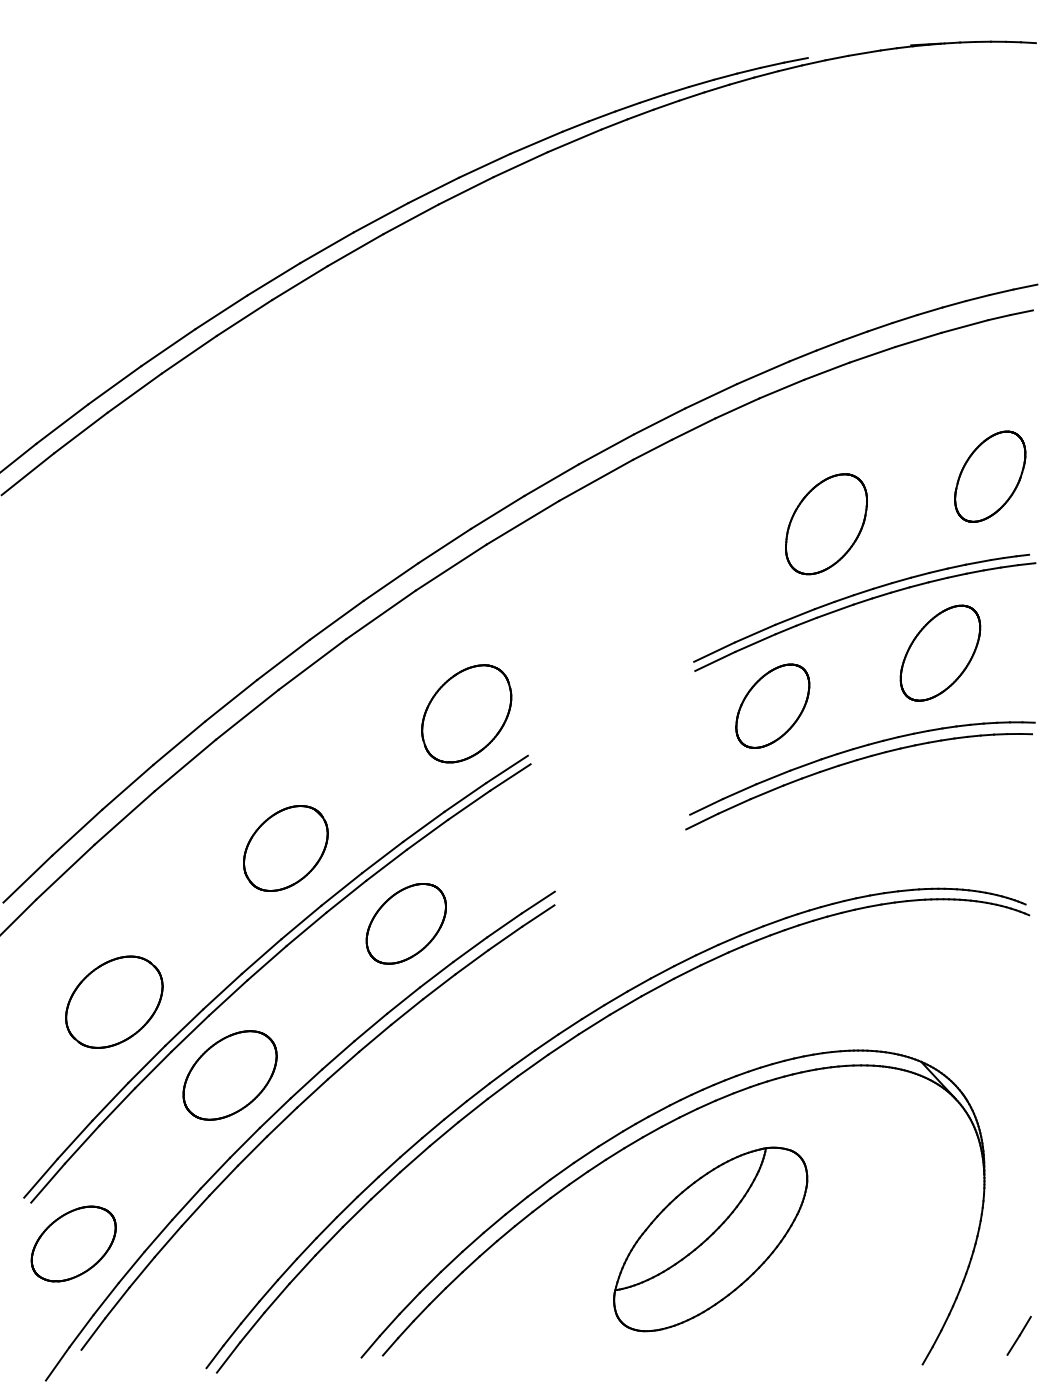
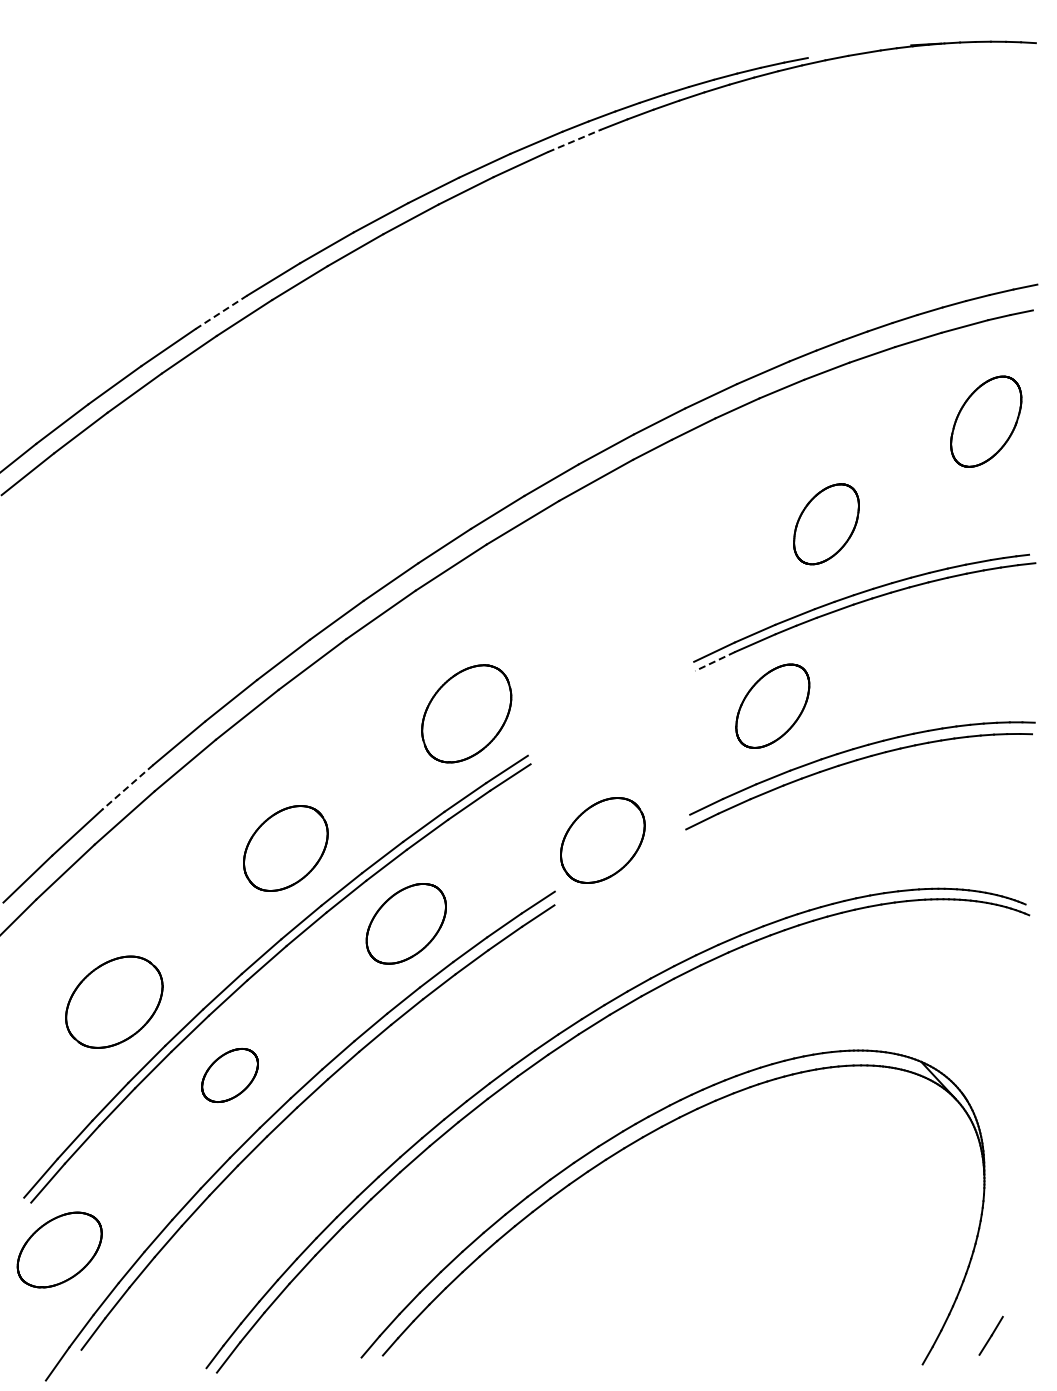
line at (574, 140): solid -> dashed
line at (221, 312): solid -> dashed
part at (990, 476) position: (990, 476) -> (986, 421)
part at (826, 524) size: 83x103 px -> 67x83 px
part at (940, 652): present -> none
line at (714, 661): solid -> dashed
line at (127, 787): solid -> dashed
part at (602, 840): none -> present
part at (229, 1075) size: 96x91 px -> 58x55 px
part at (710, 1239): present -> none
part at (73, 1243) position: (73, 1243) -> (59, 1249)
line at (1018, 1335) position: (1018, 1335) -> (990, 1335)
